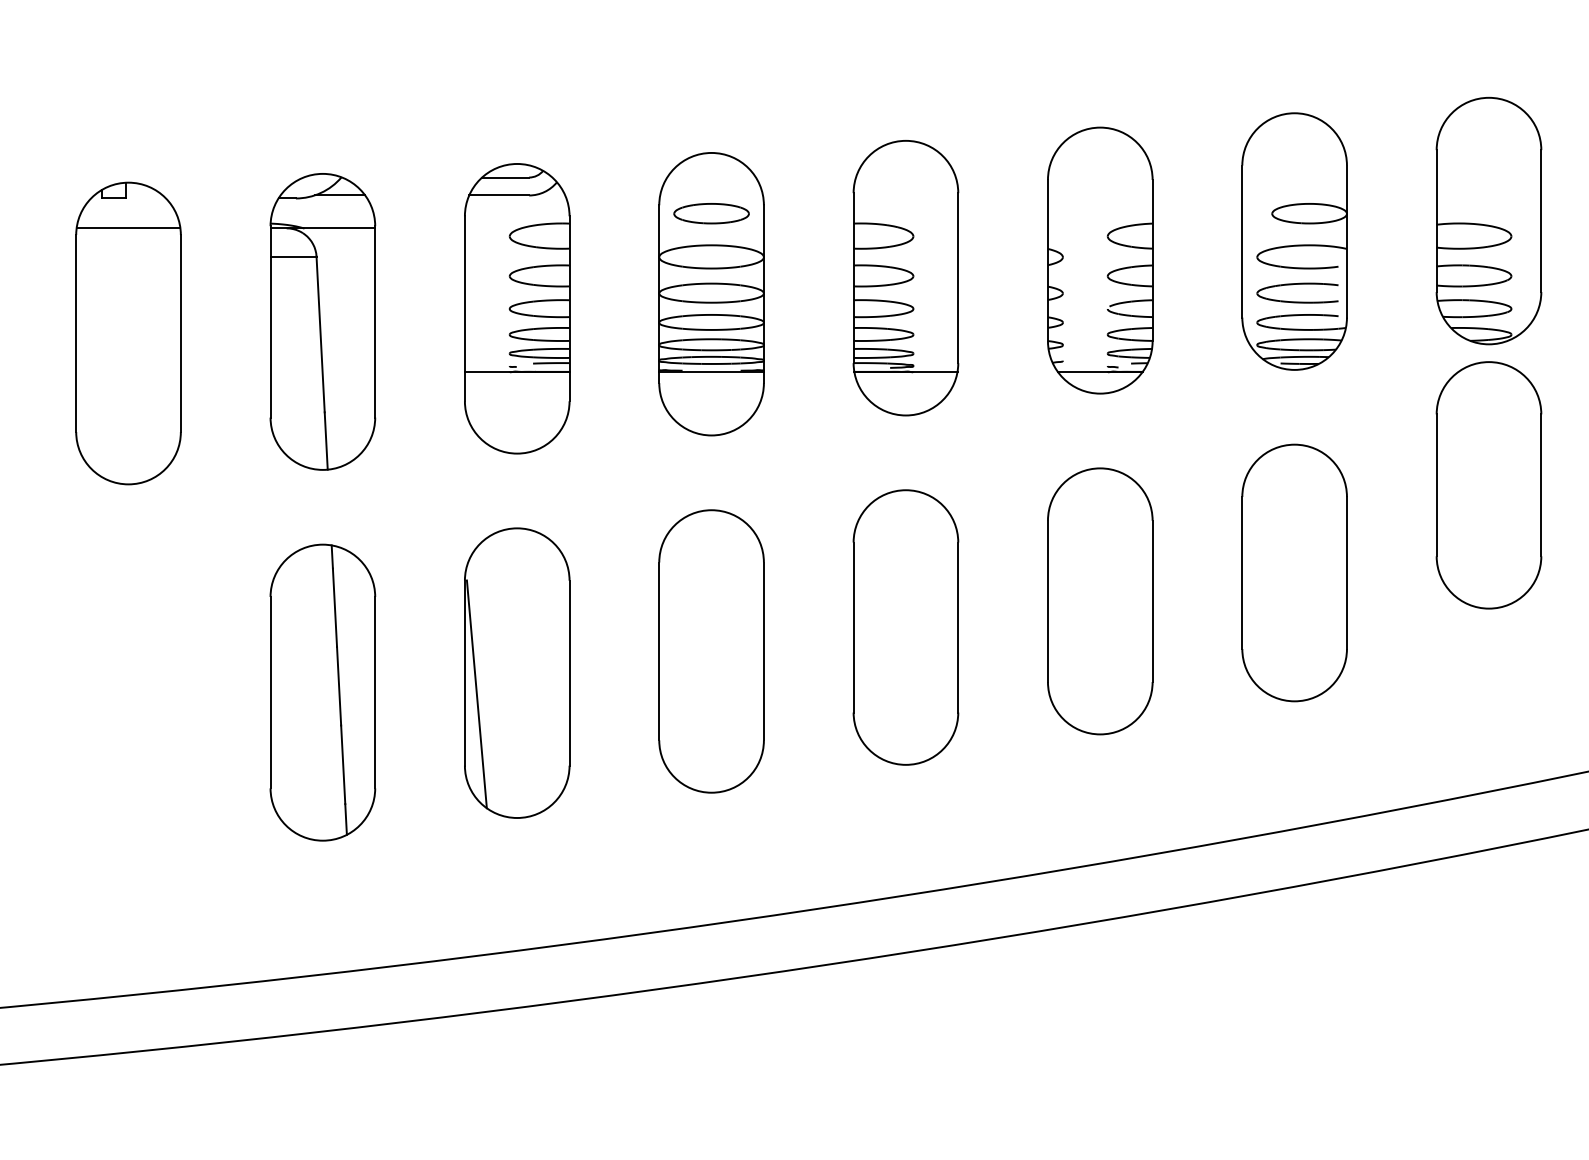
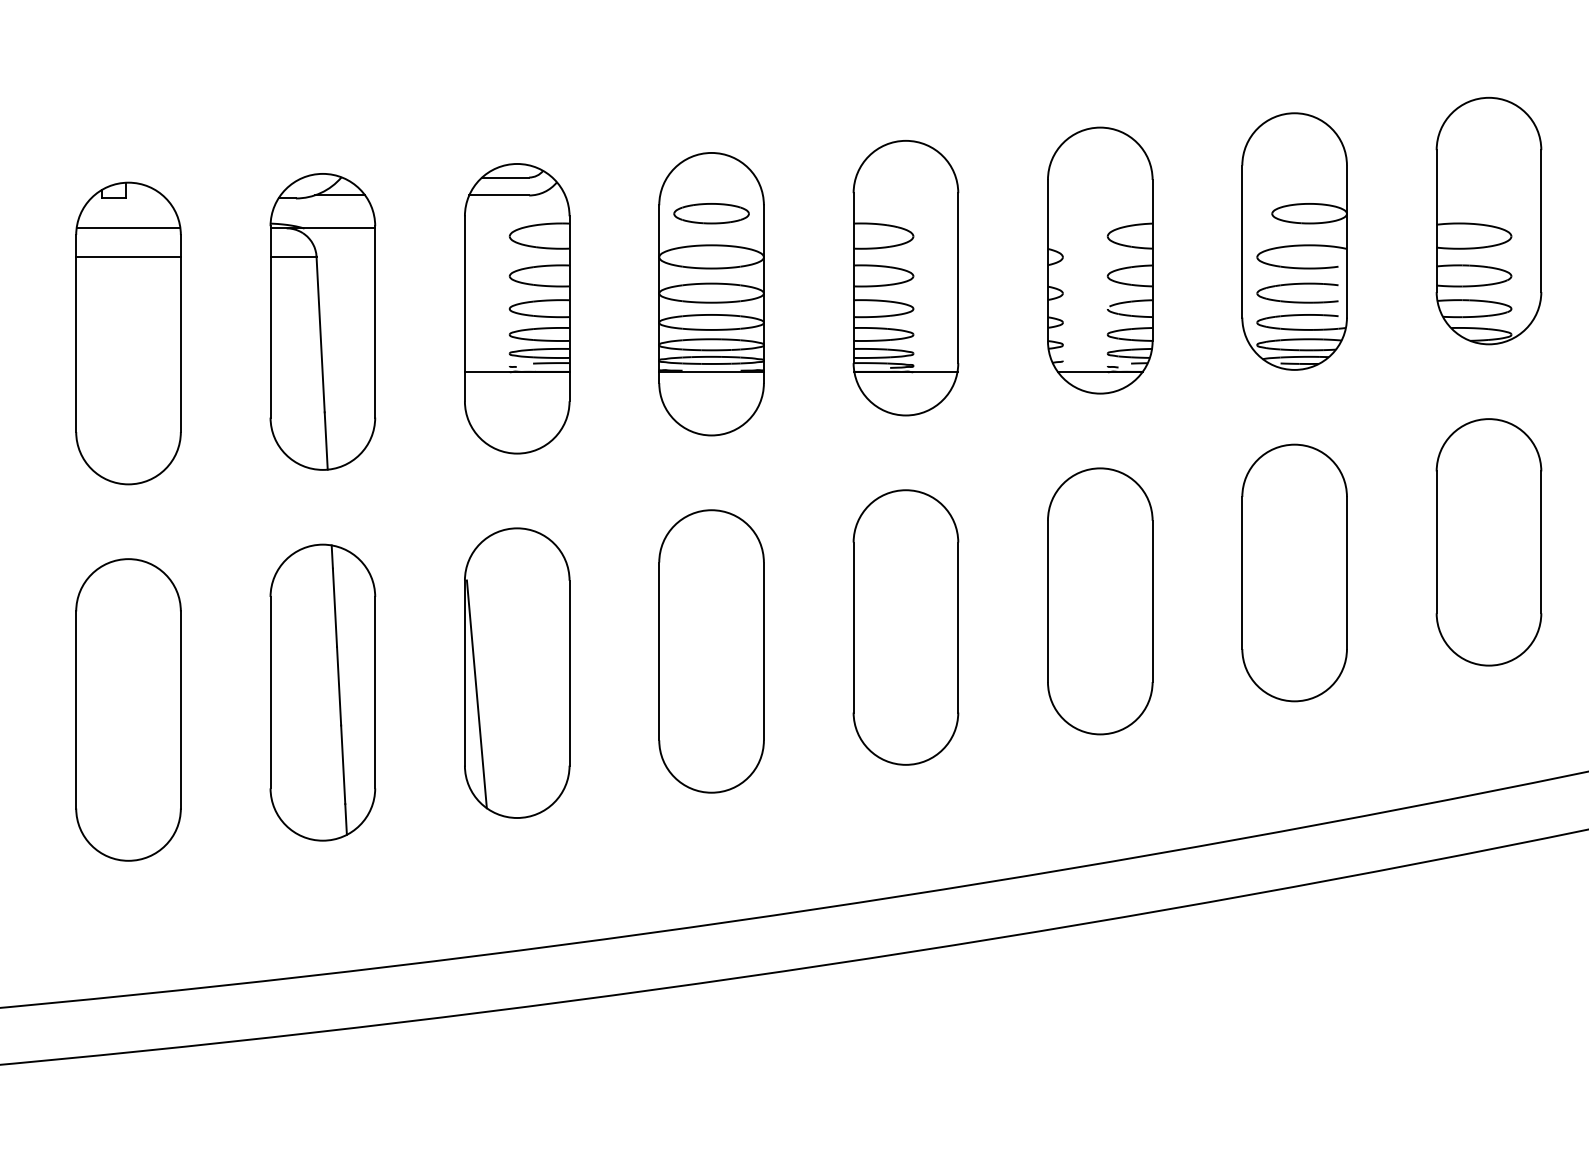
line at (128, 256): none -> present
part at (1488, 485) position: (1488, 485) -> (1488, 542)
part at (128, 709): none -> present
